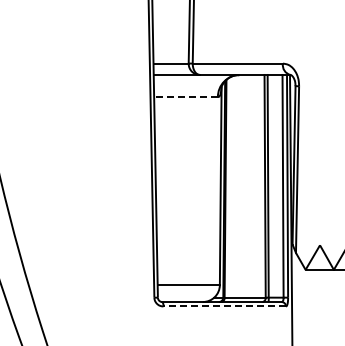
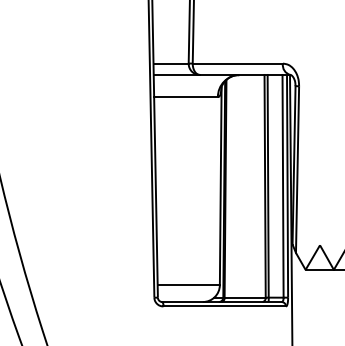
line at (186, 97): dashed -> solid
line at (224, 306): dashed -> solid
